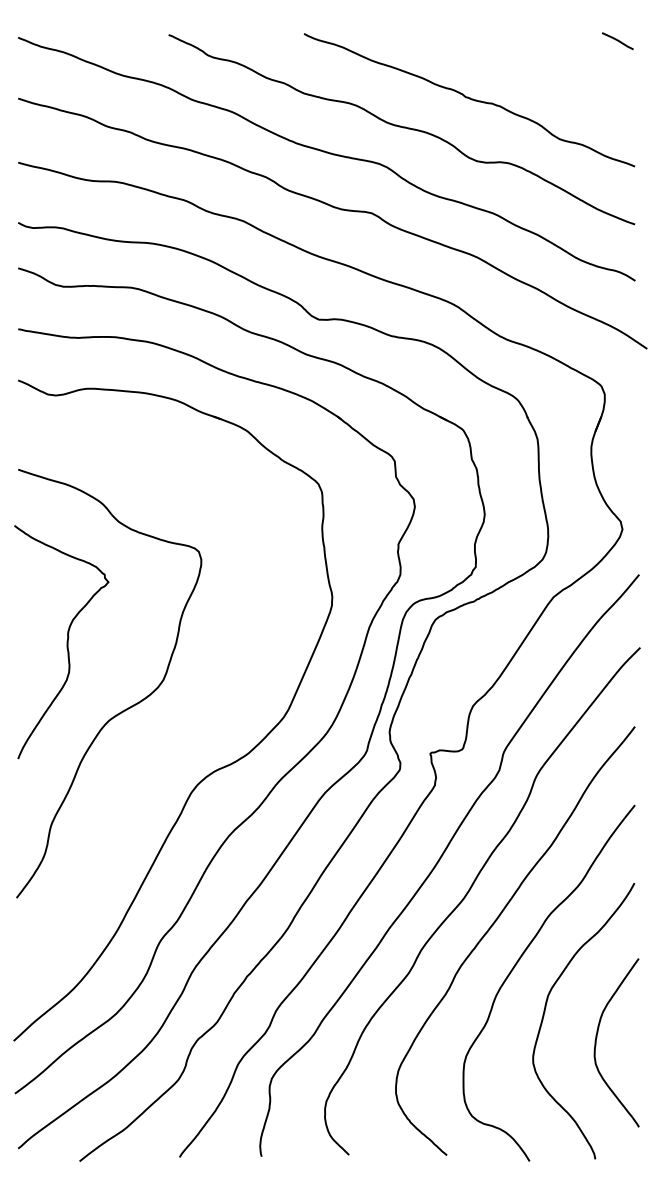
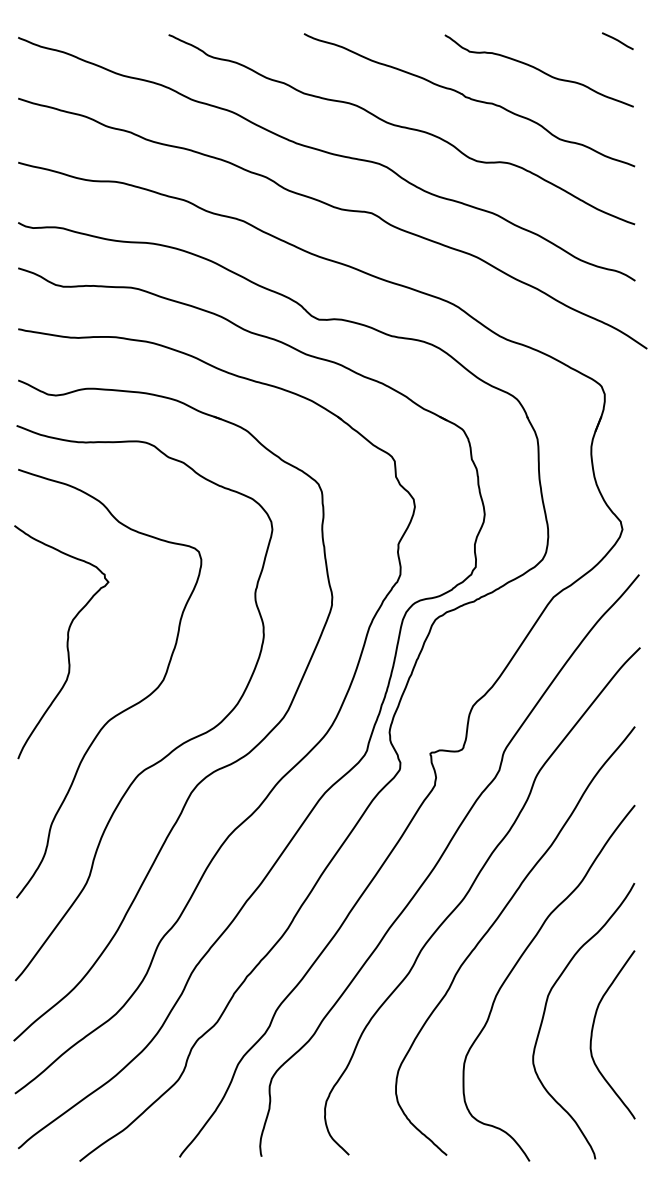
curve at (538, 70): none -> present
curve at (175, 747): none -> present
curve at (597, 1037) position: (597, 1037) -> (593, 1029)
